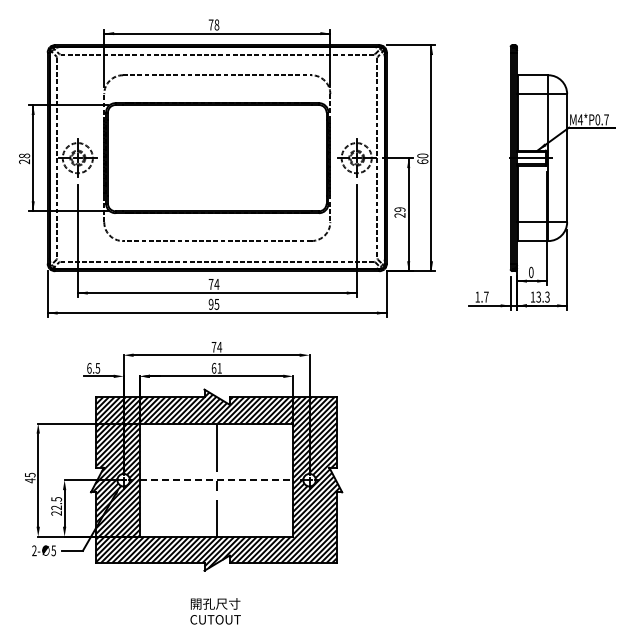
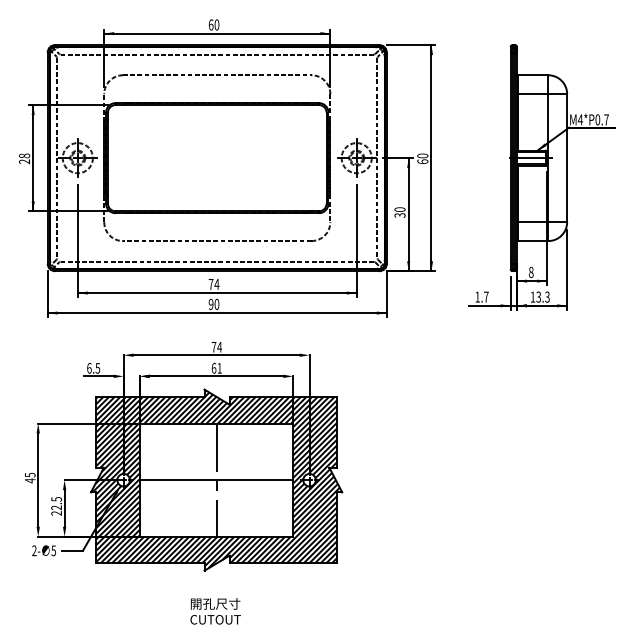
text at (213, 24): 78 -> 60
text at (399, 212): 29 -> 30
text at (531, 272): 0 -> 8
text at (216, 304): 95 -> 90
line at (216, 480): dashed -> solid
